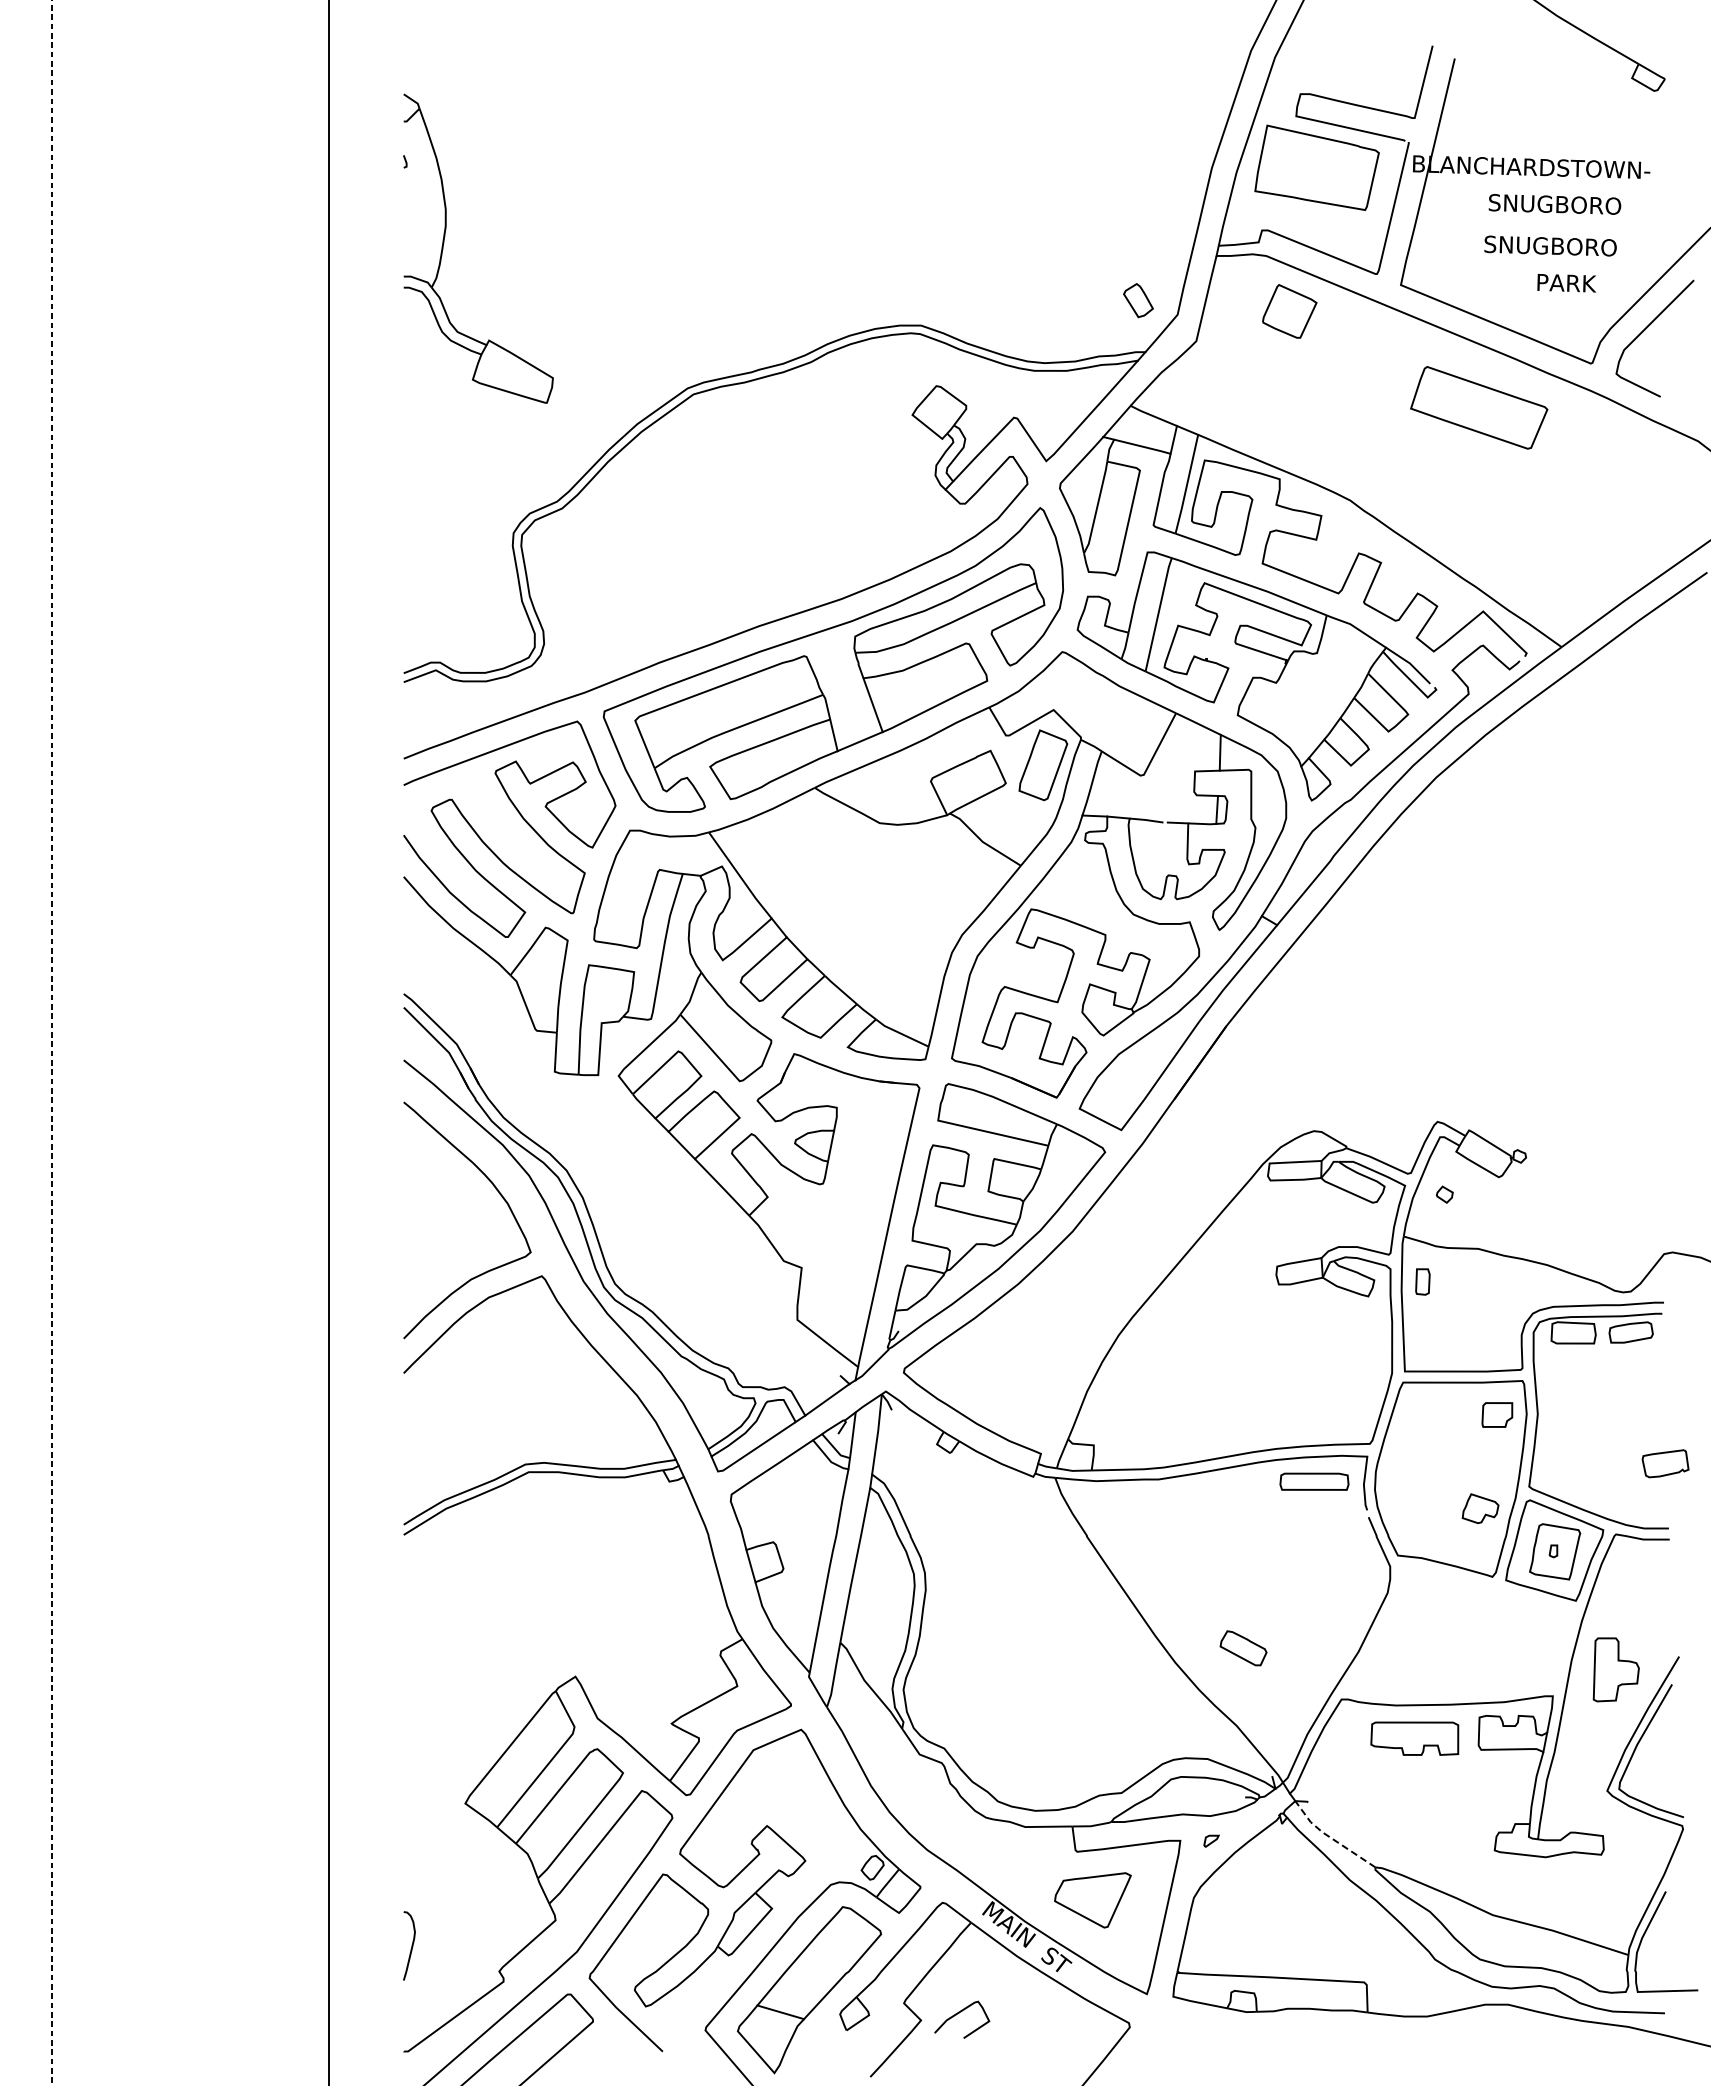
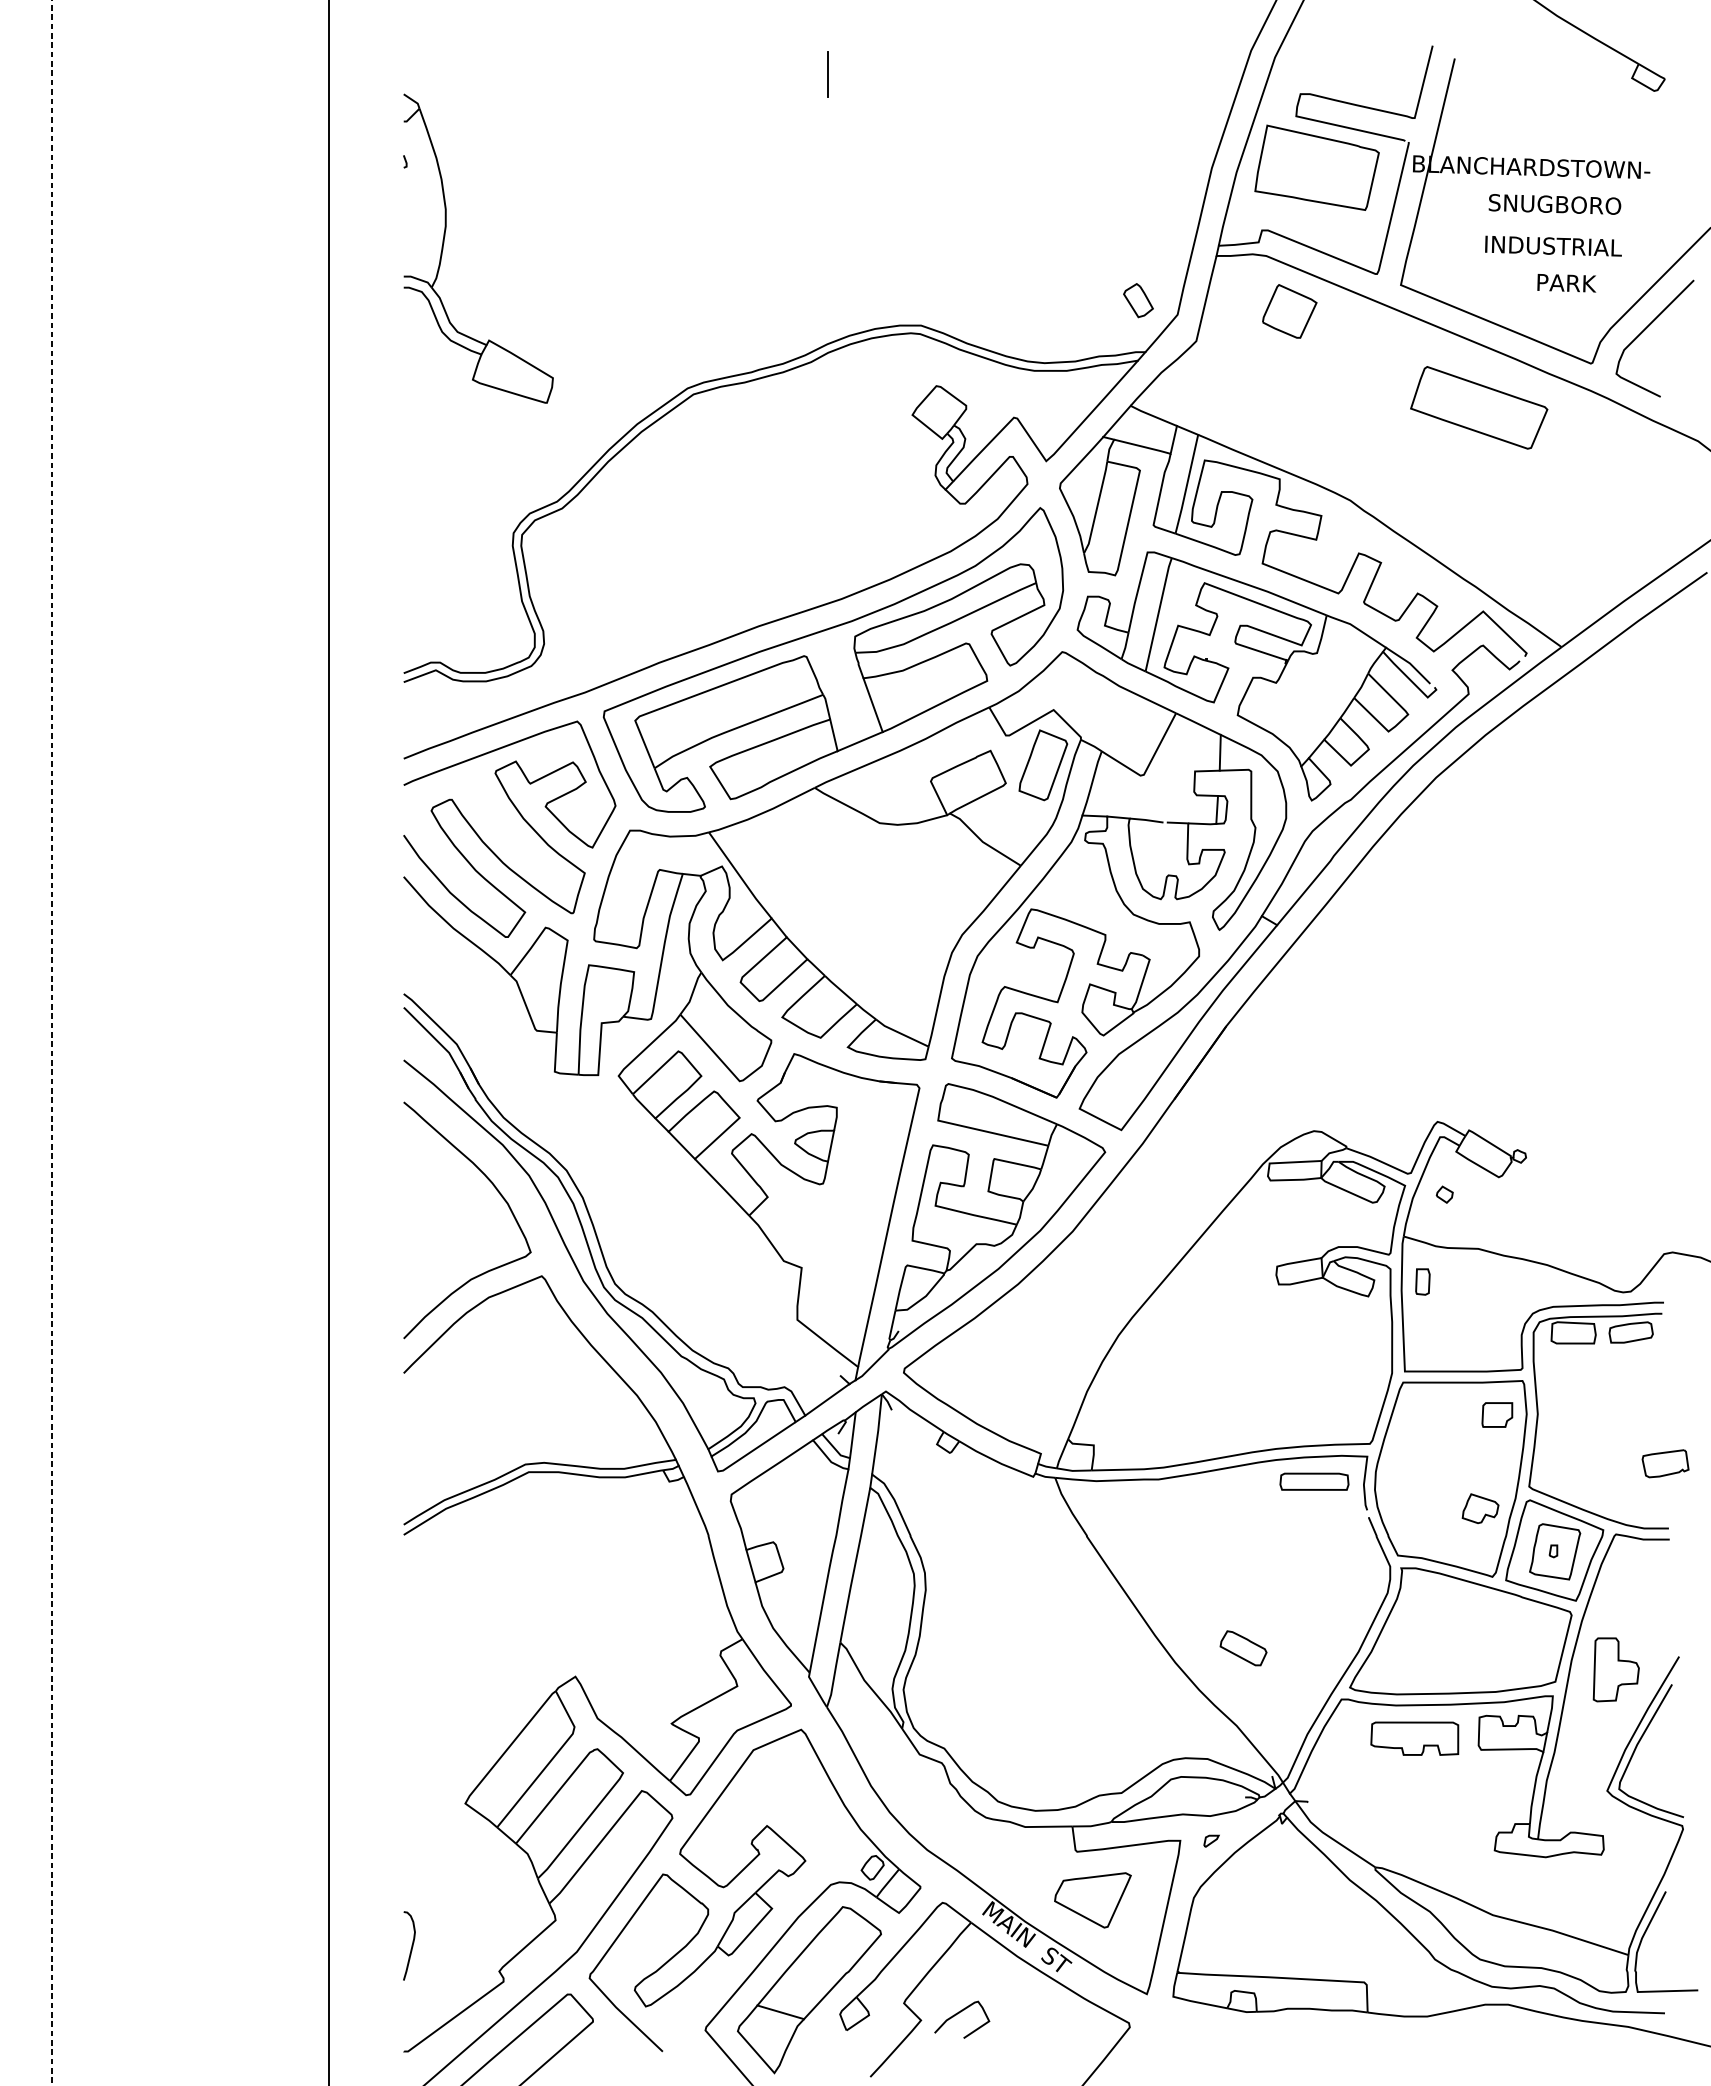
line at (828, 73): none -> present
text at (1552, 245): SNUGBORO -> INDUSTRIAL
part at (1460, 1631): none -> present
line at (1330, 1837): dashed -> solid
